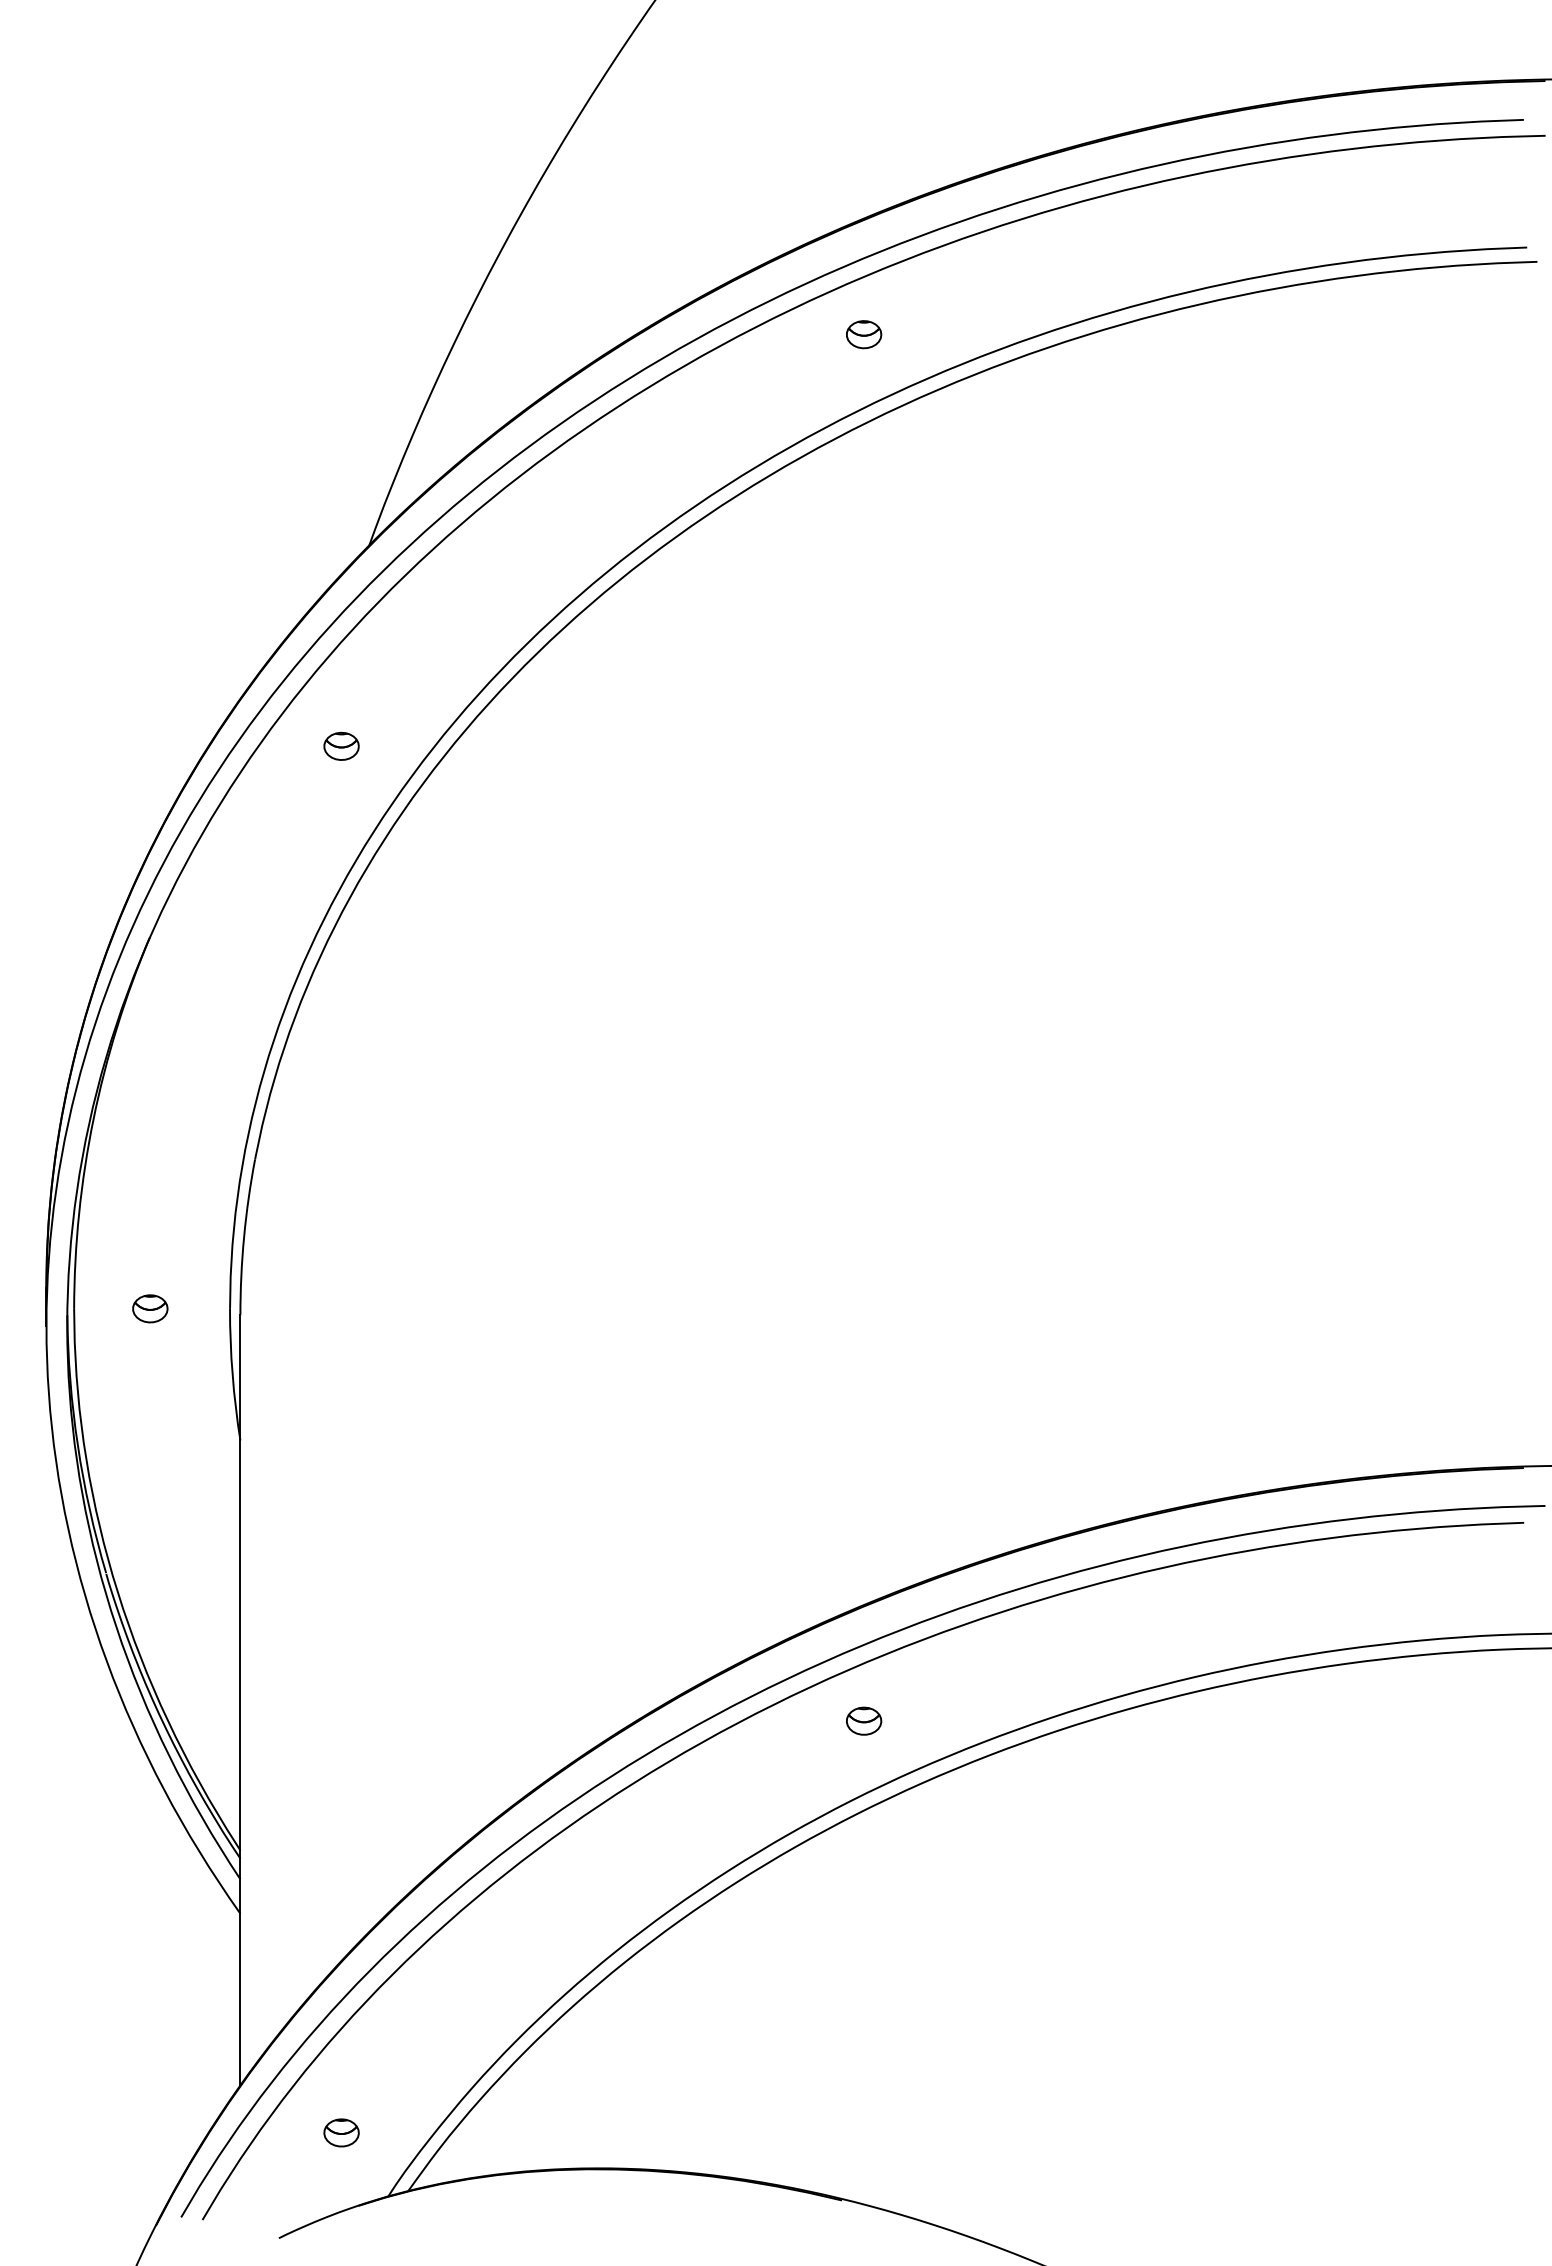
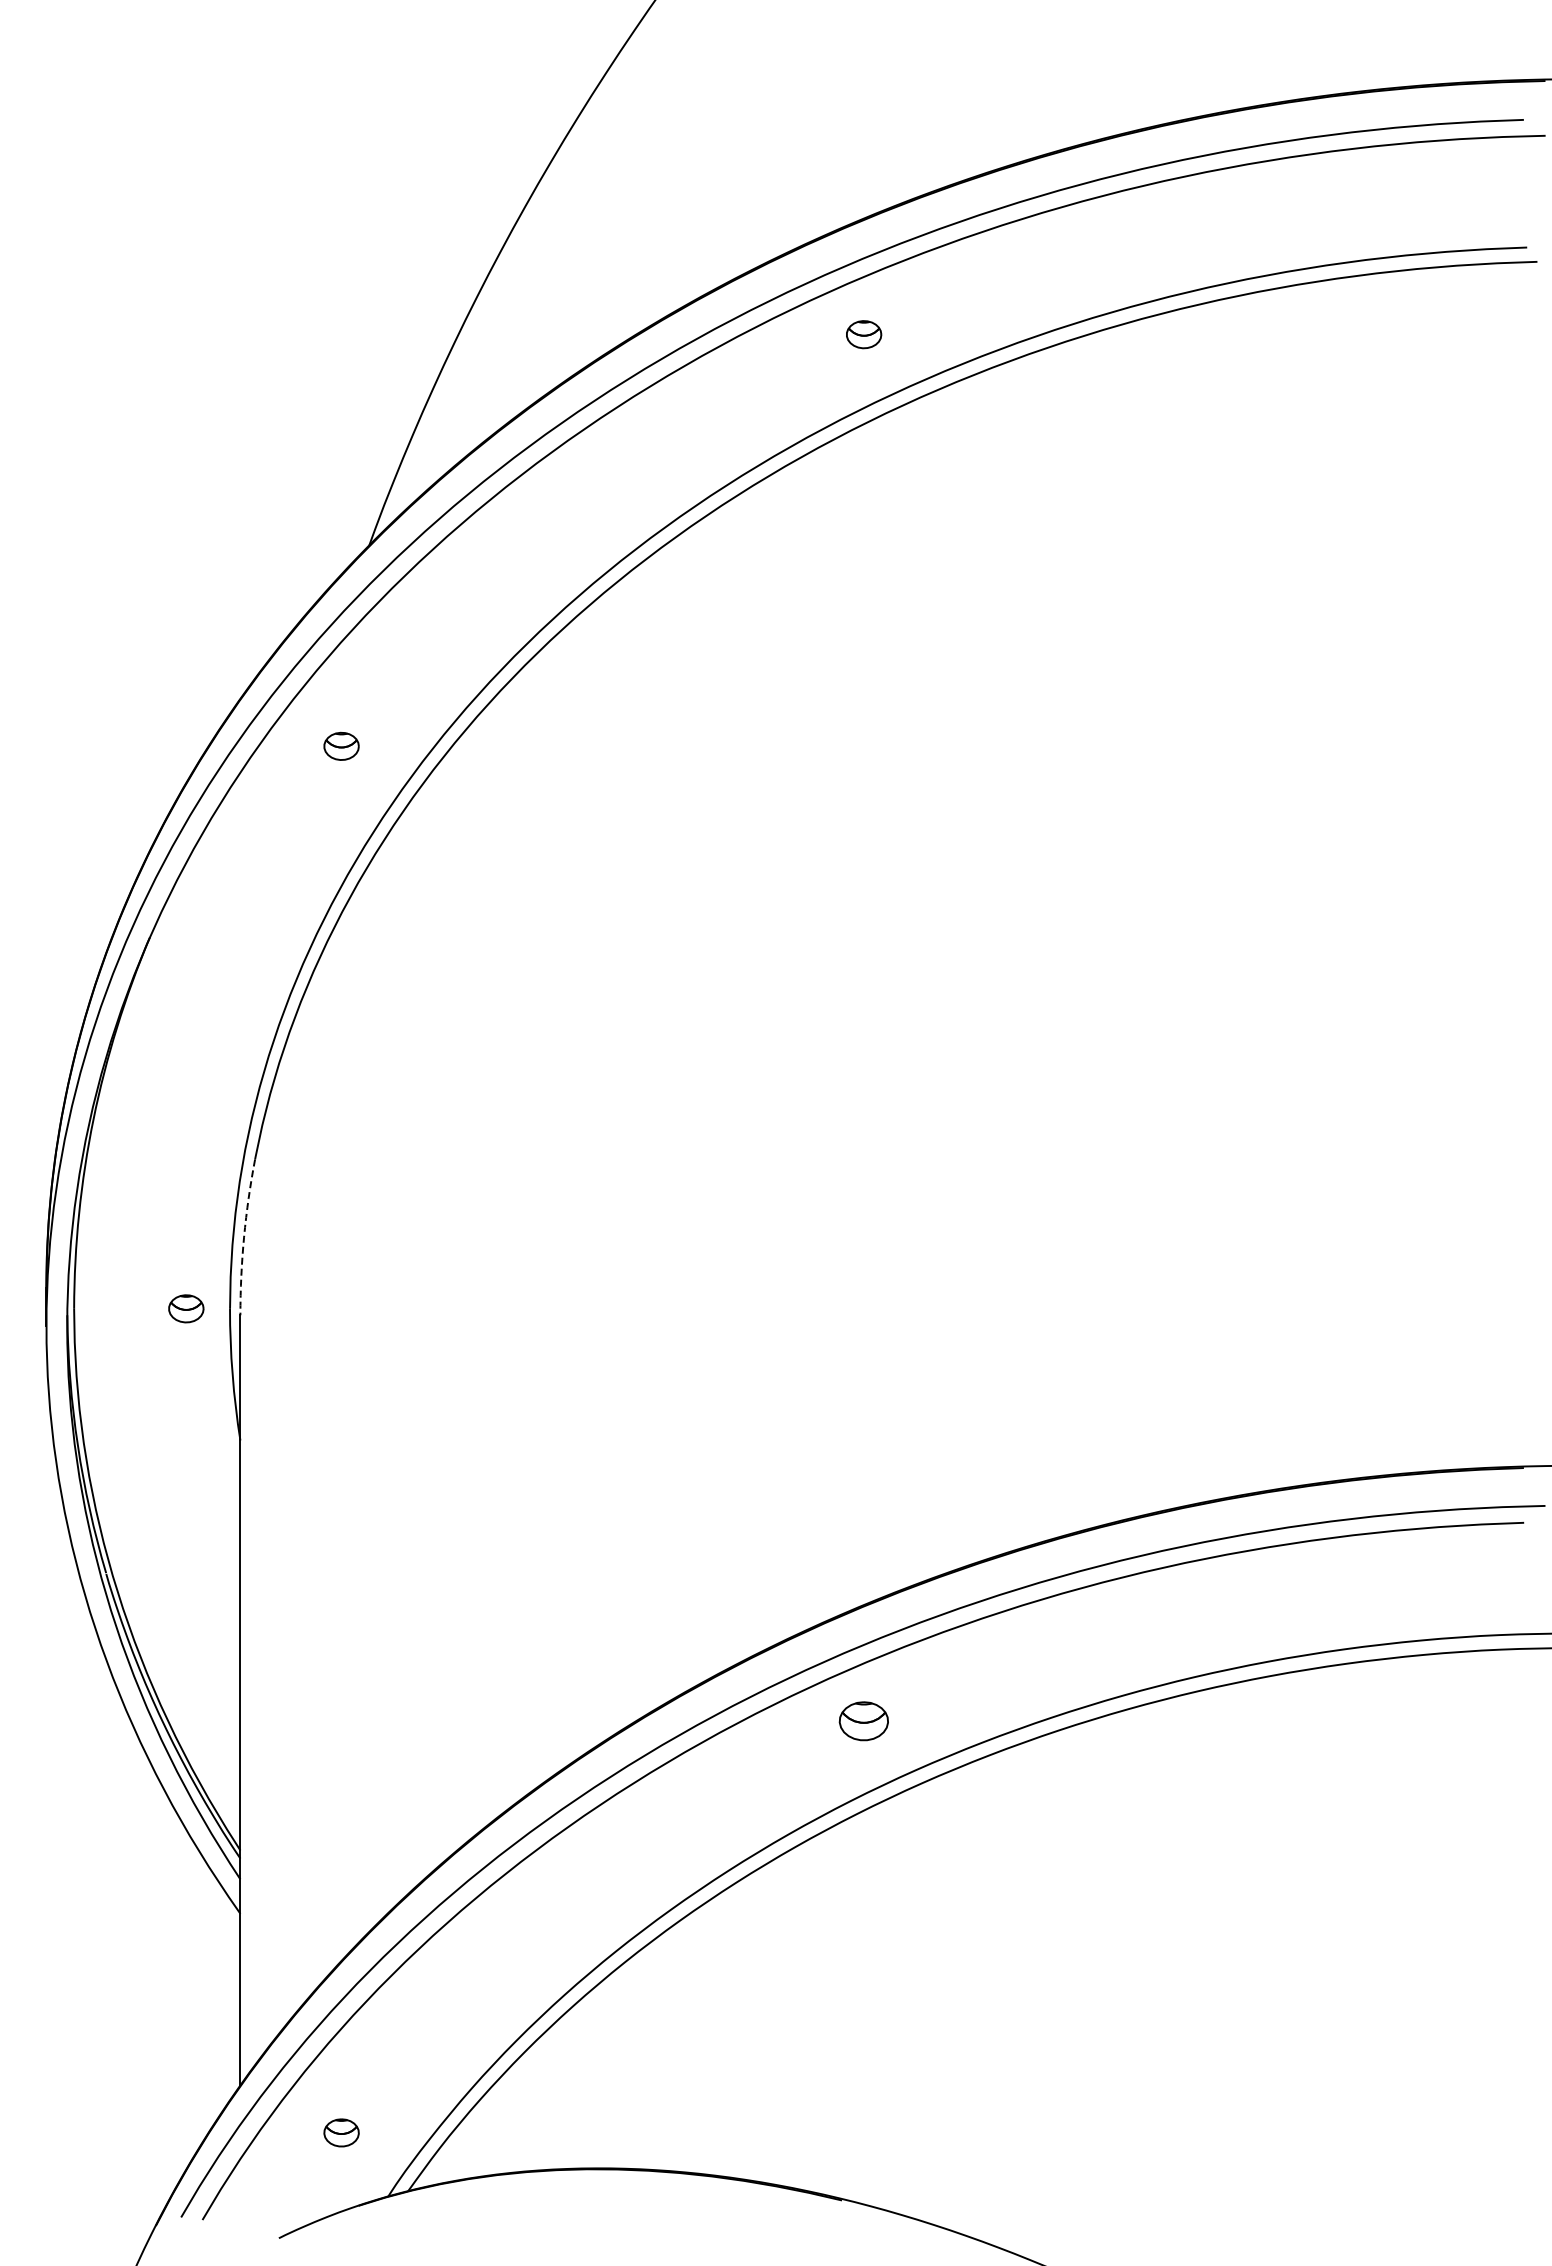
arc at (244, 1237): solid -> dashed
part at (150, 1308) position: (150, 1308) -> (186, 1308)
part at (864, 1720) size: 37x30 px -> 51x41 px
